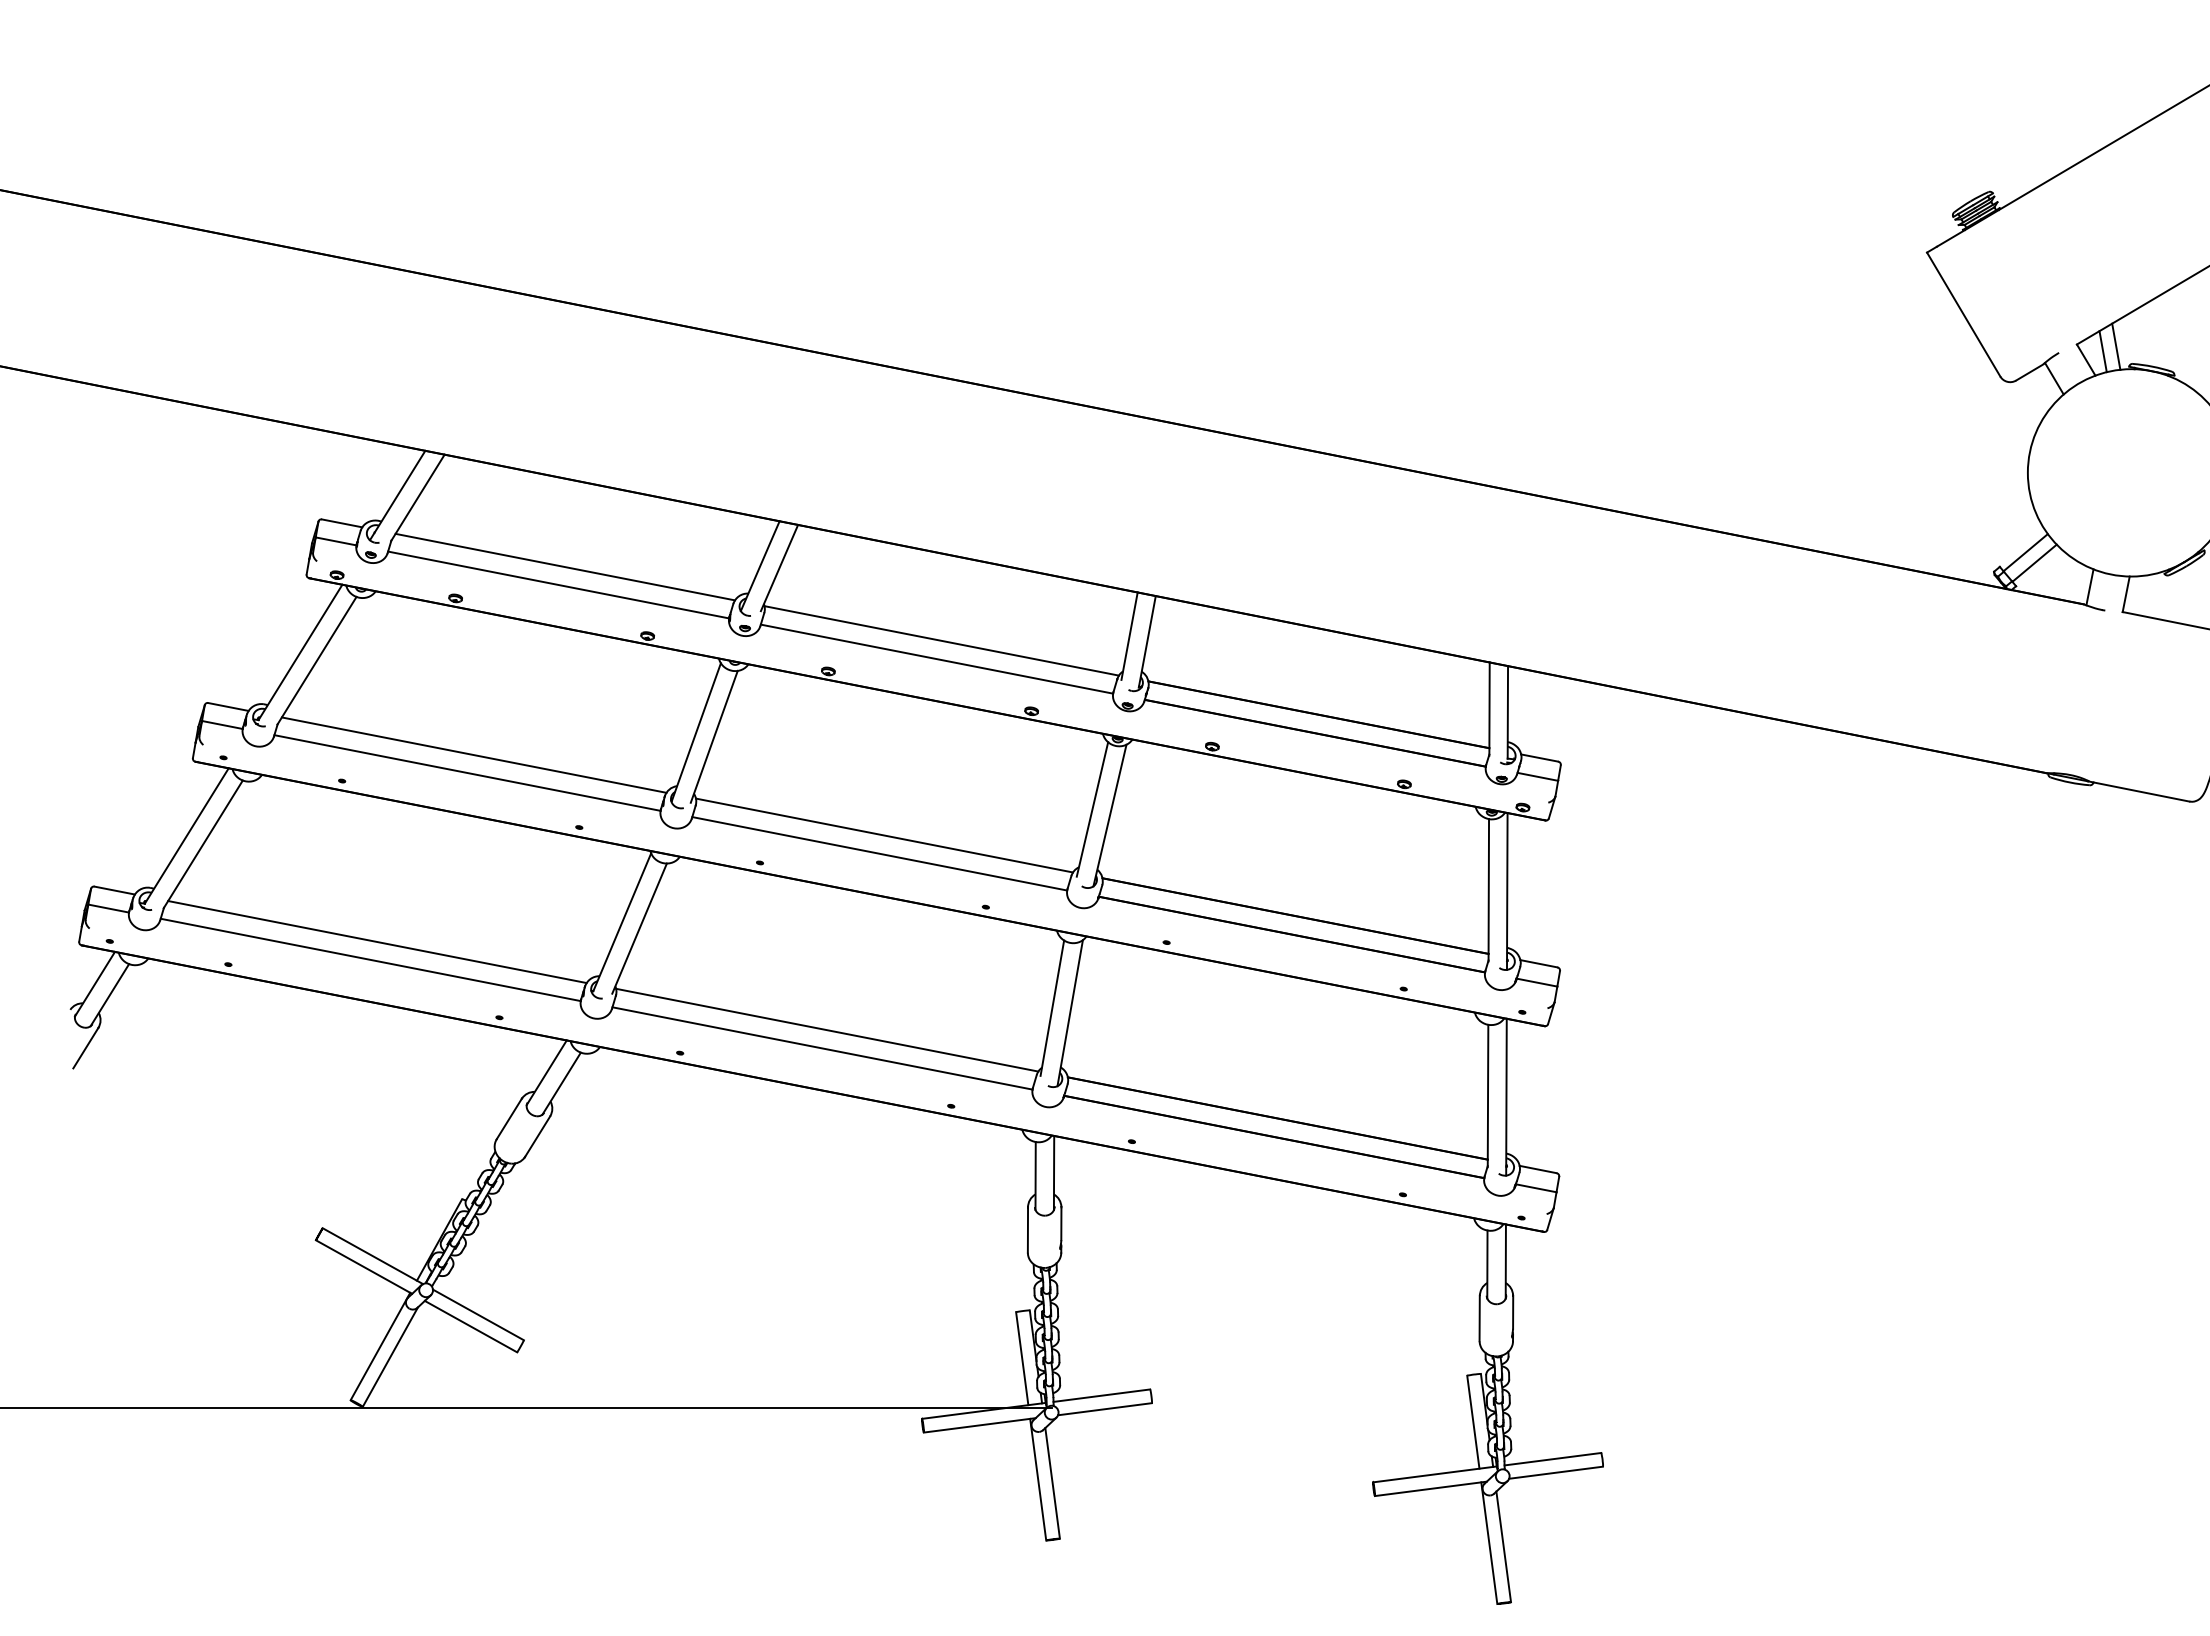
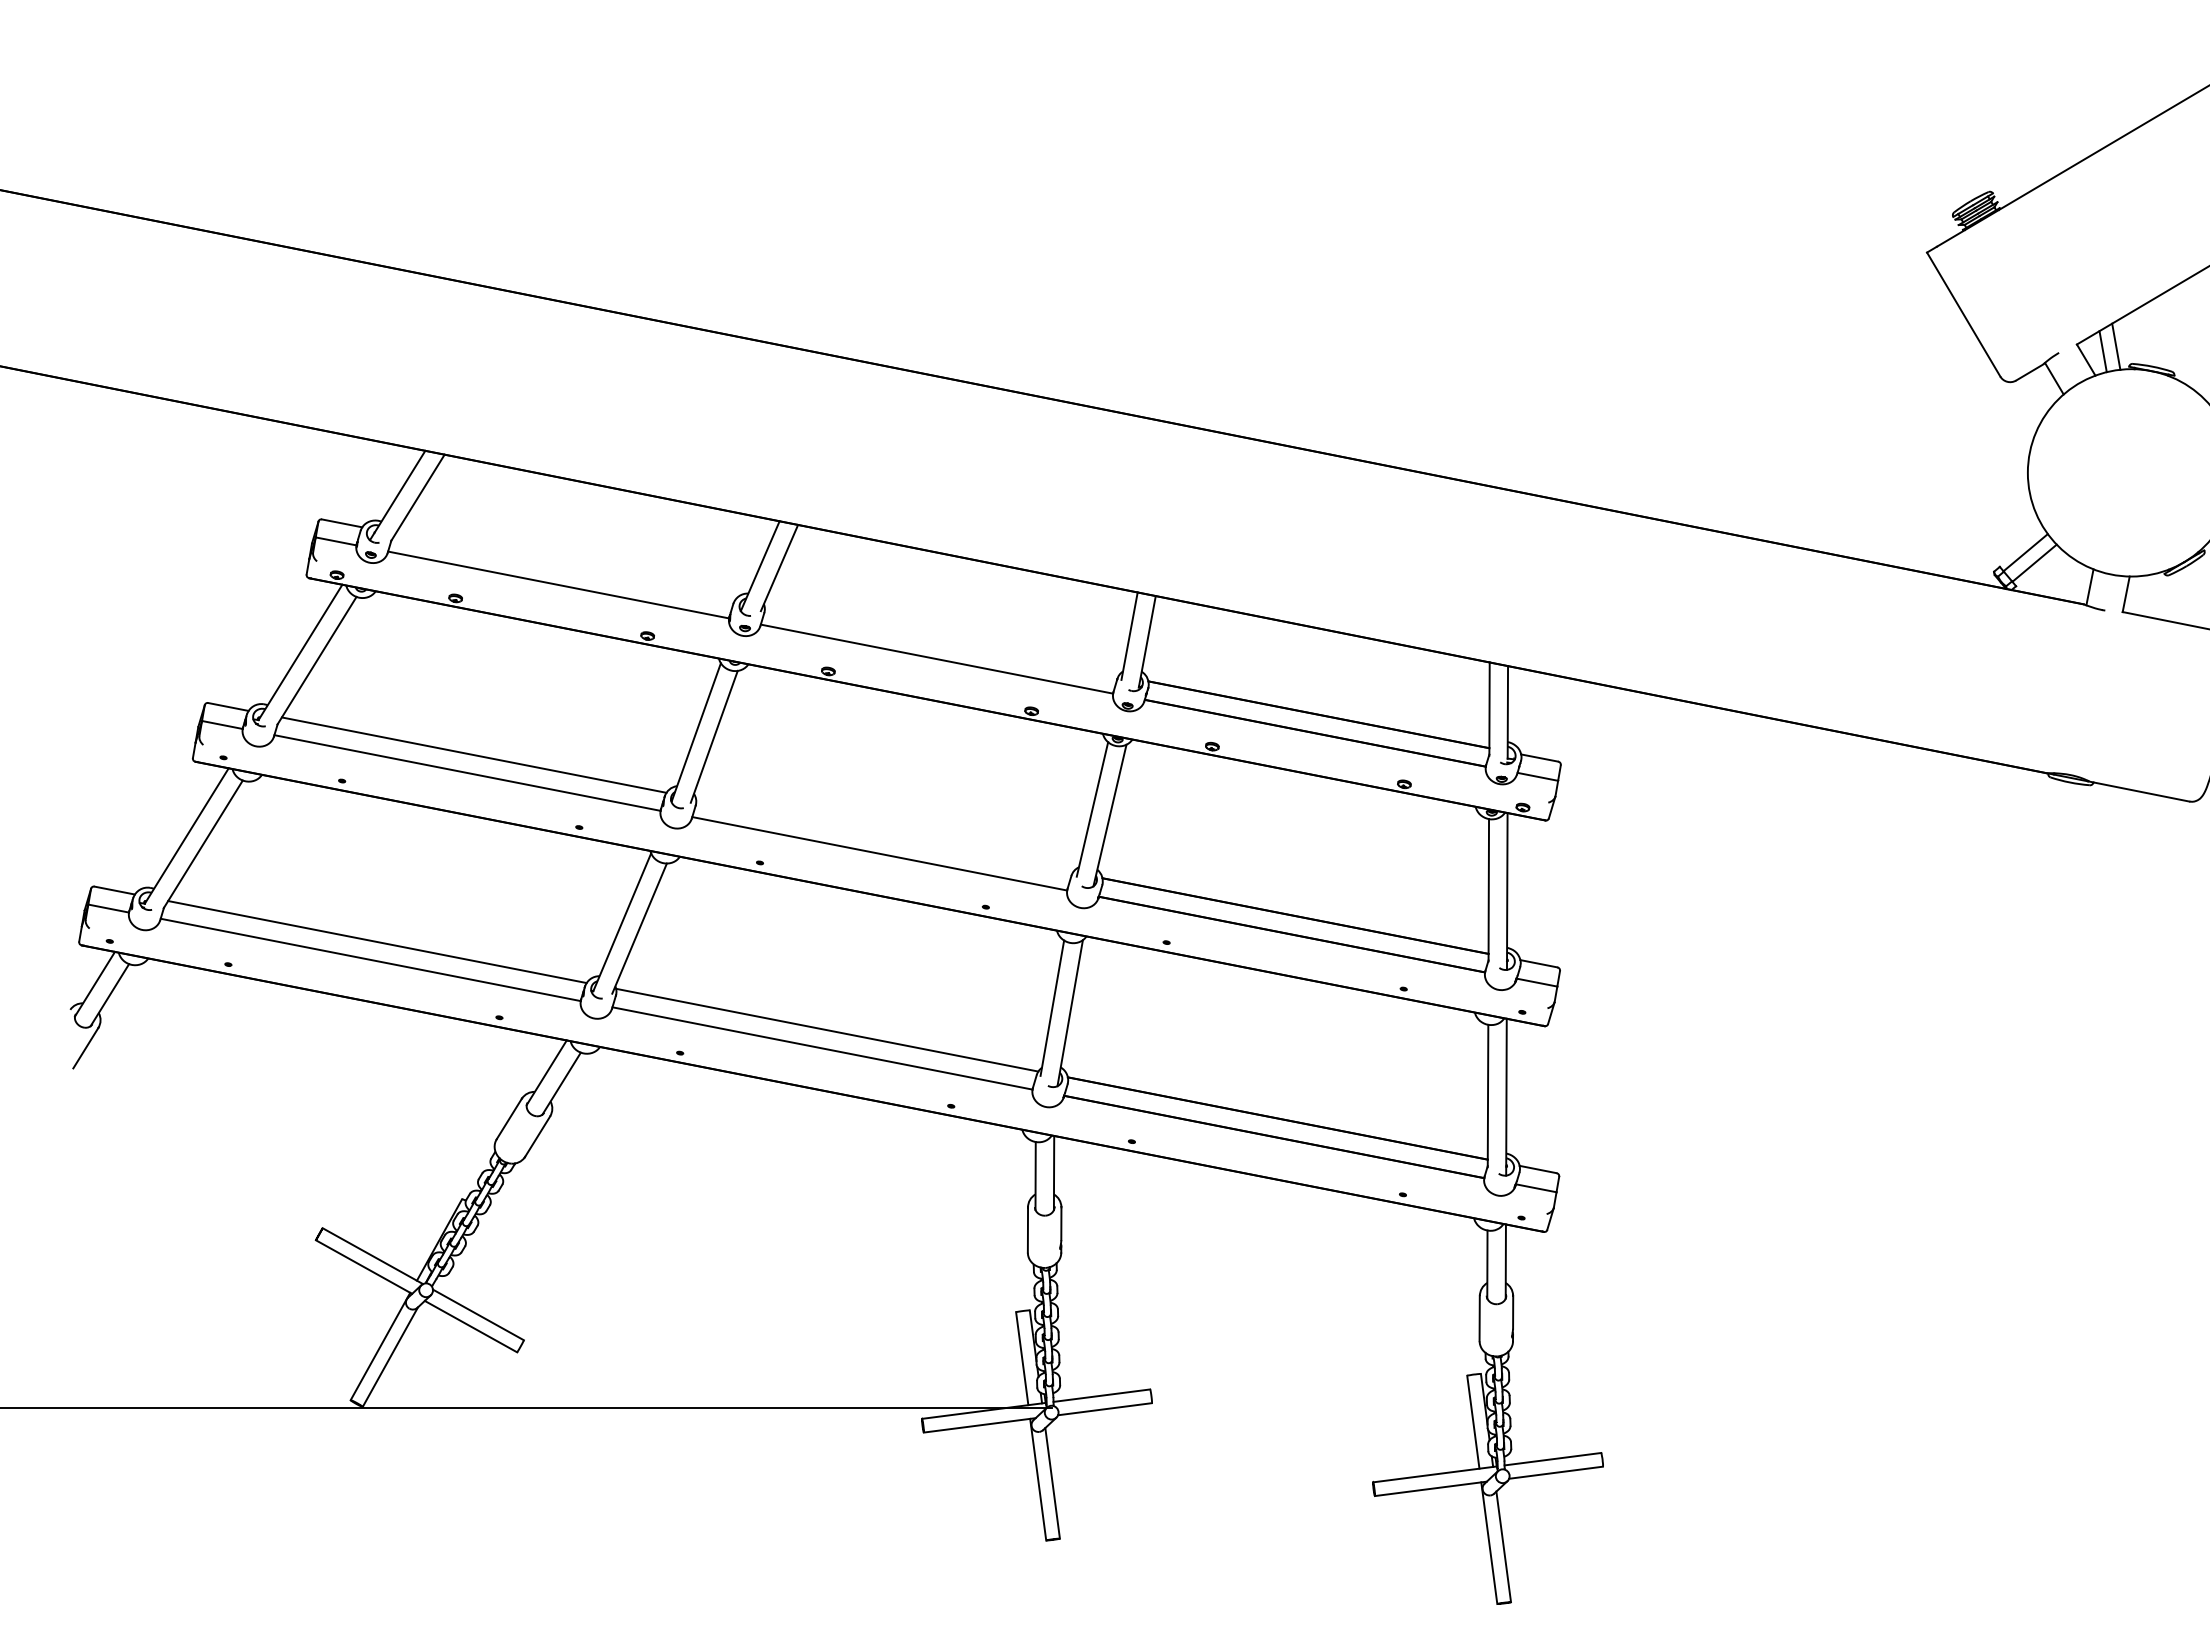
line at (564, 566): present -> none
line at (941, 640): present -> none
line at (884, 835): present -> none
